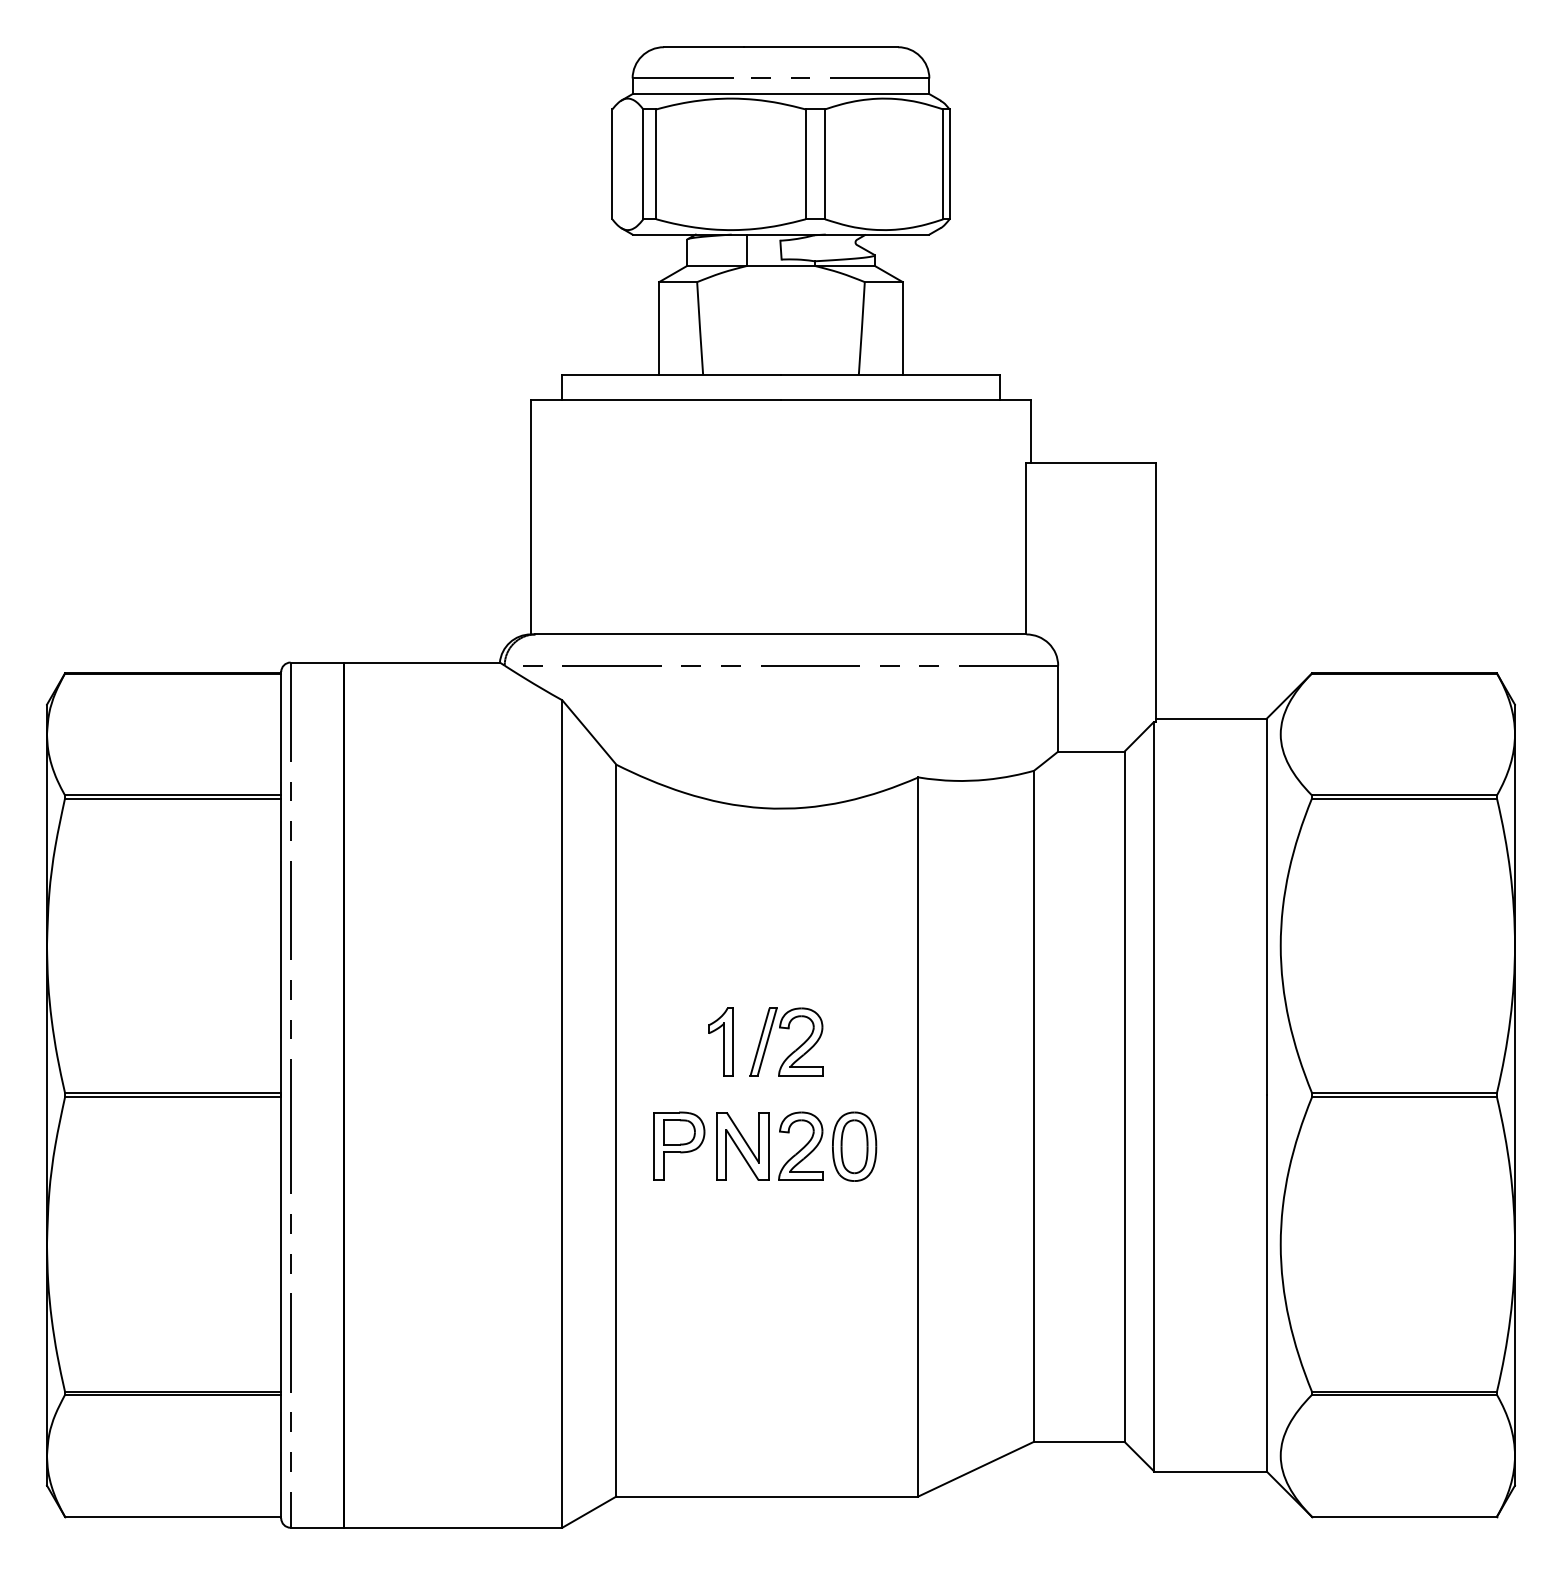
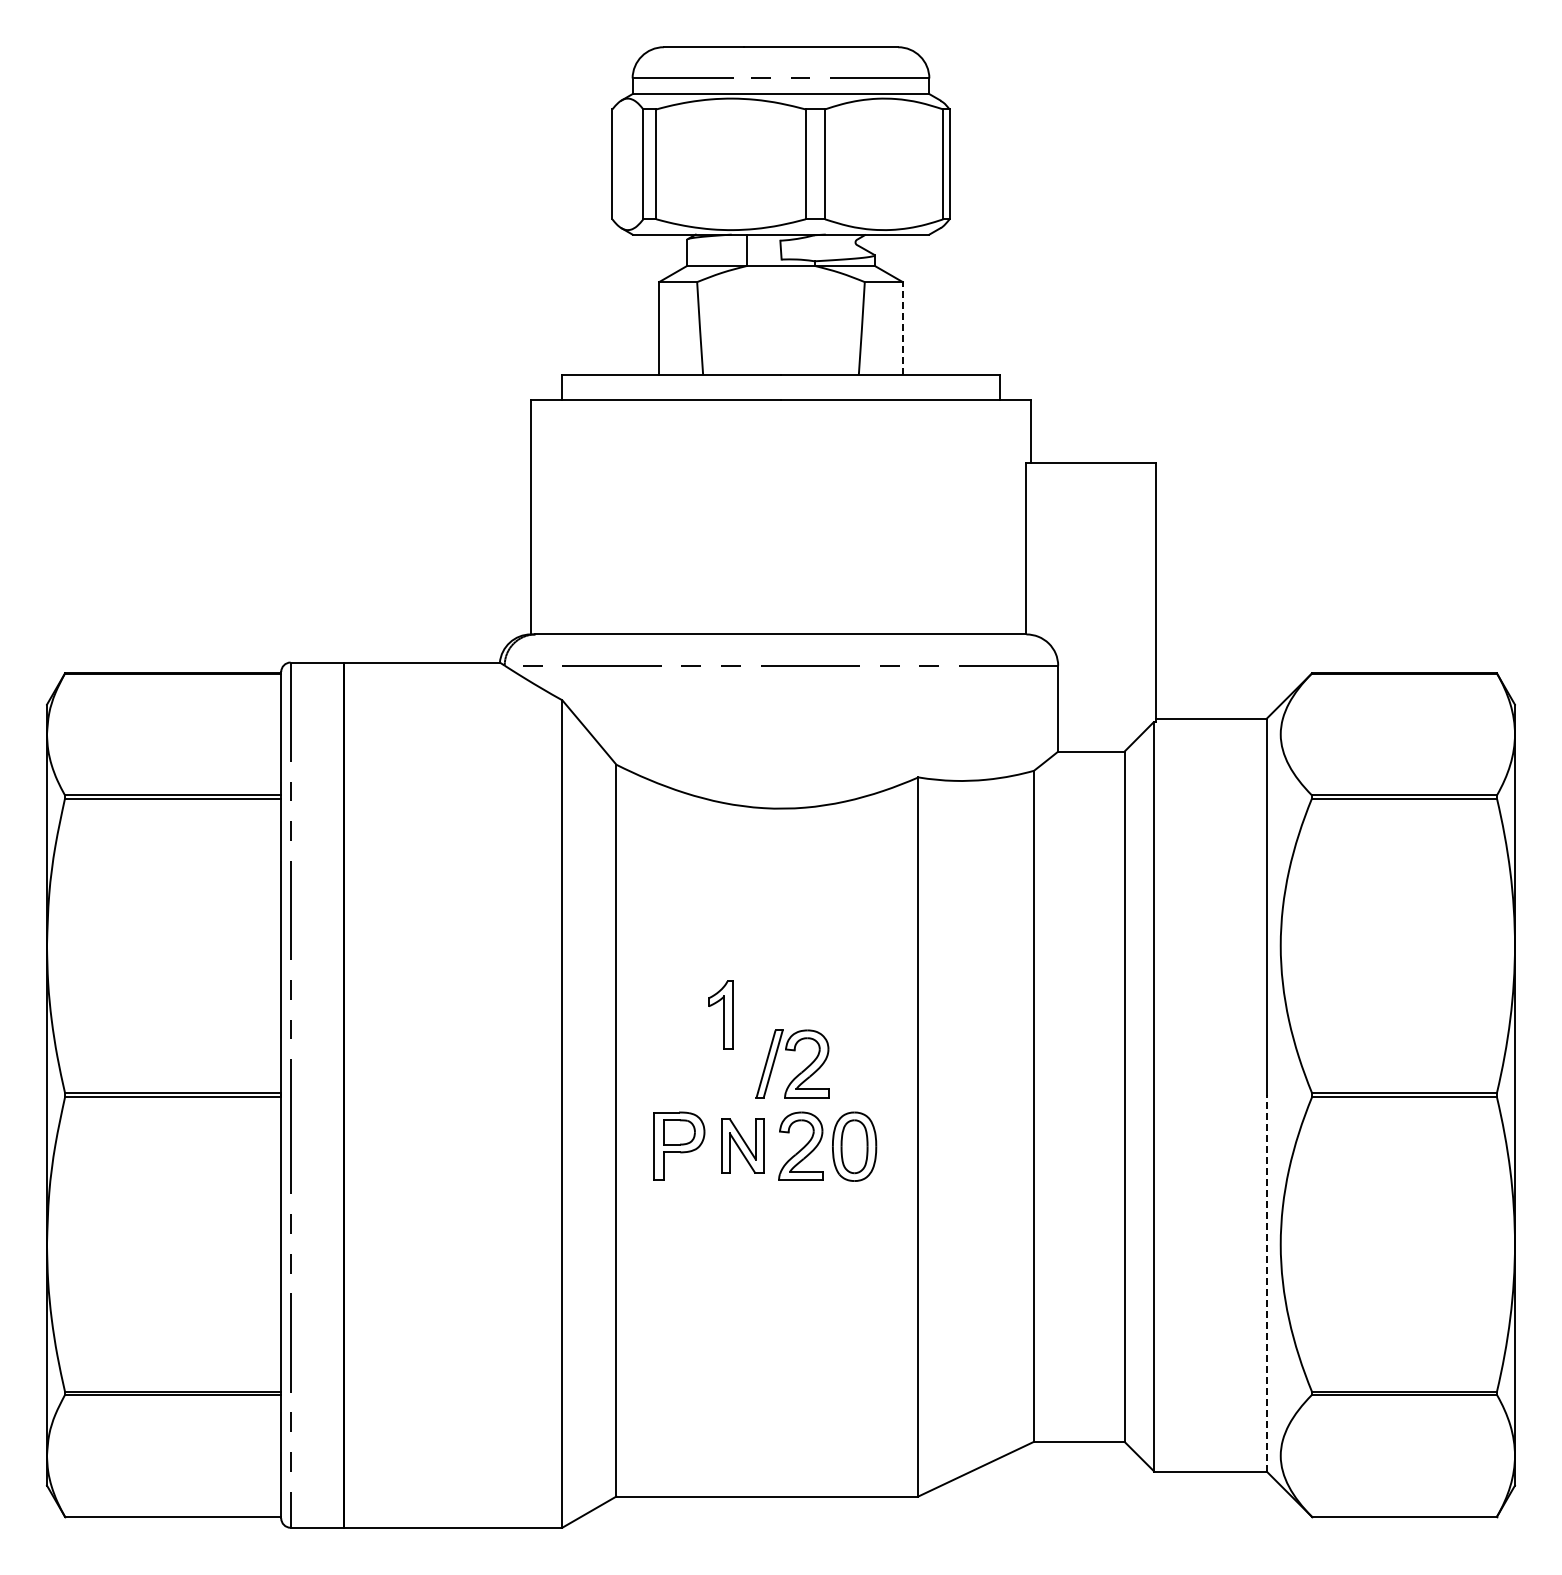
line at (902, 328): solid -> dashed
part at (787, 1029) position: (787, 1029) -> (793, 1051)
part at (720, 1041) position: (720, 1041) -> (720, 1014)
part at (742, 1146) size: 54x69 px -> 44x56 px
line at (1266, 1282): solid -> dashed
